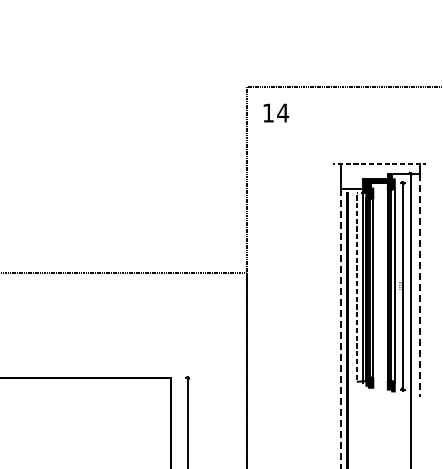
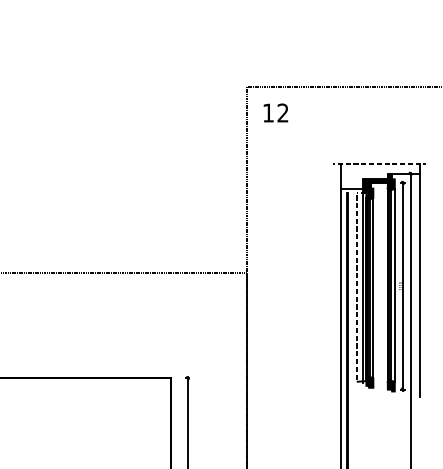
text at (283, 112): 14 -> 12
line at (420, 285): dashed -> solid
line at (340, 328): dashed -> solid
